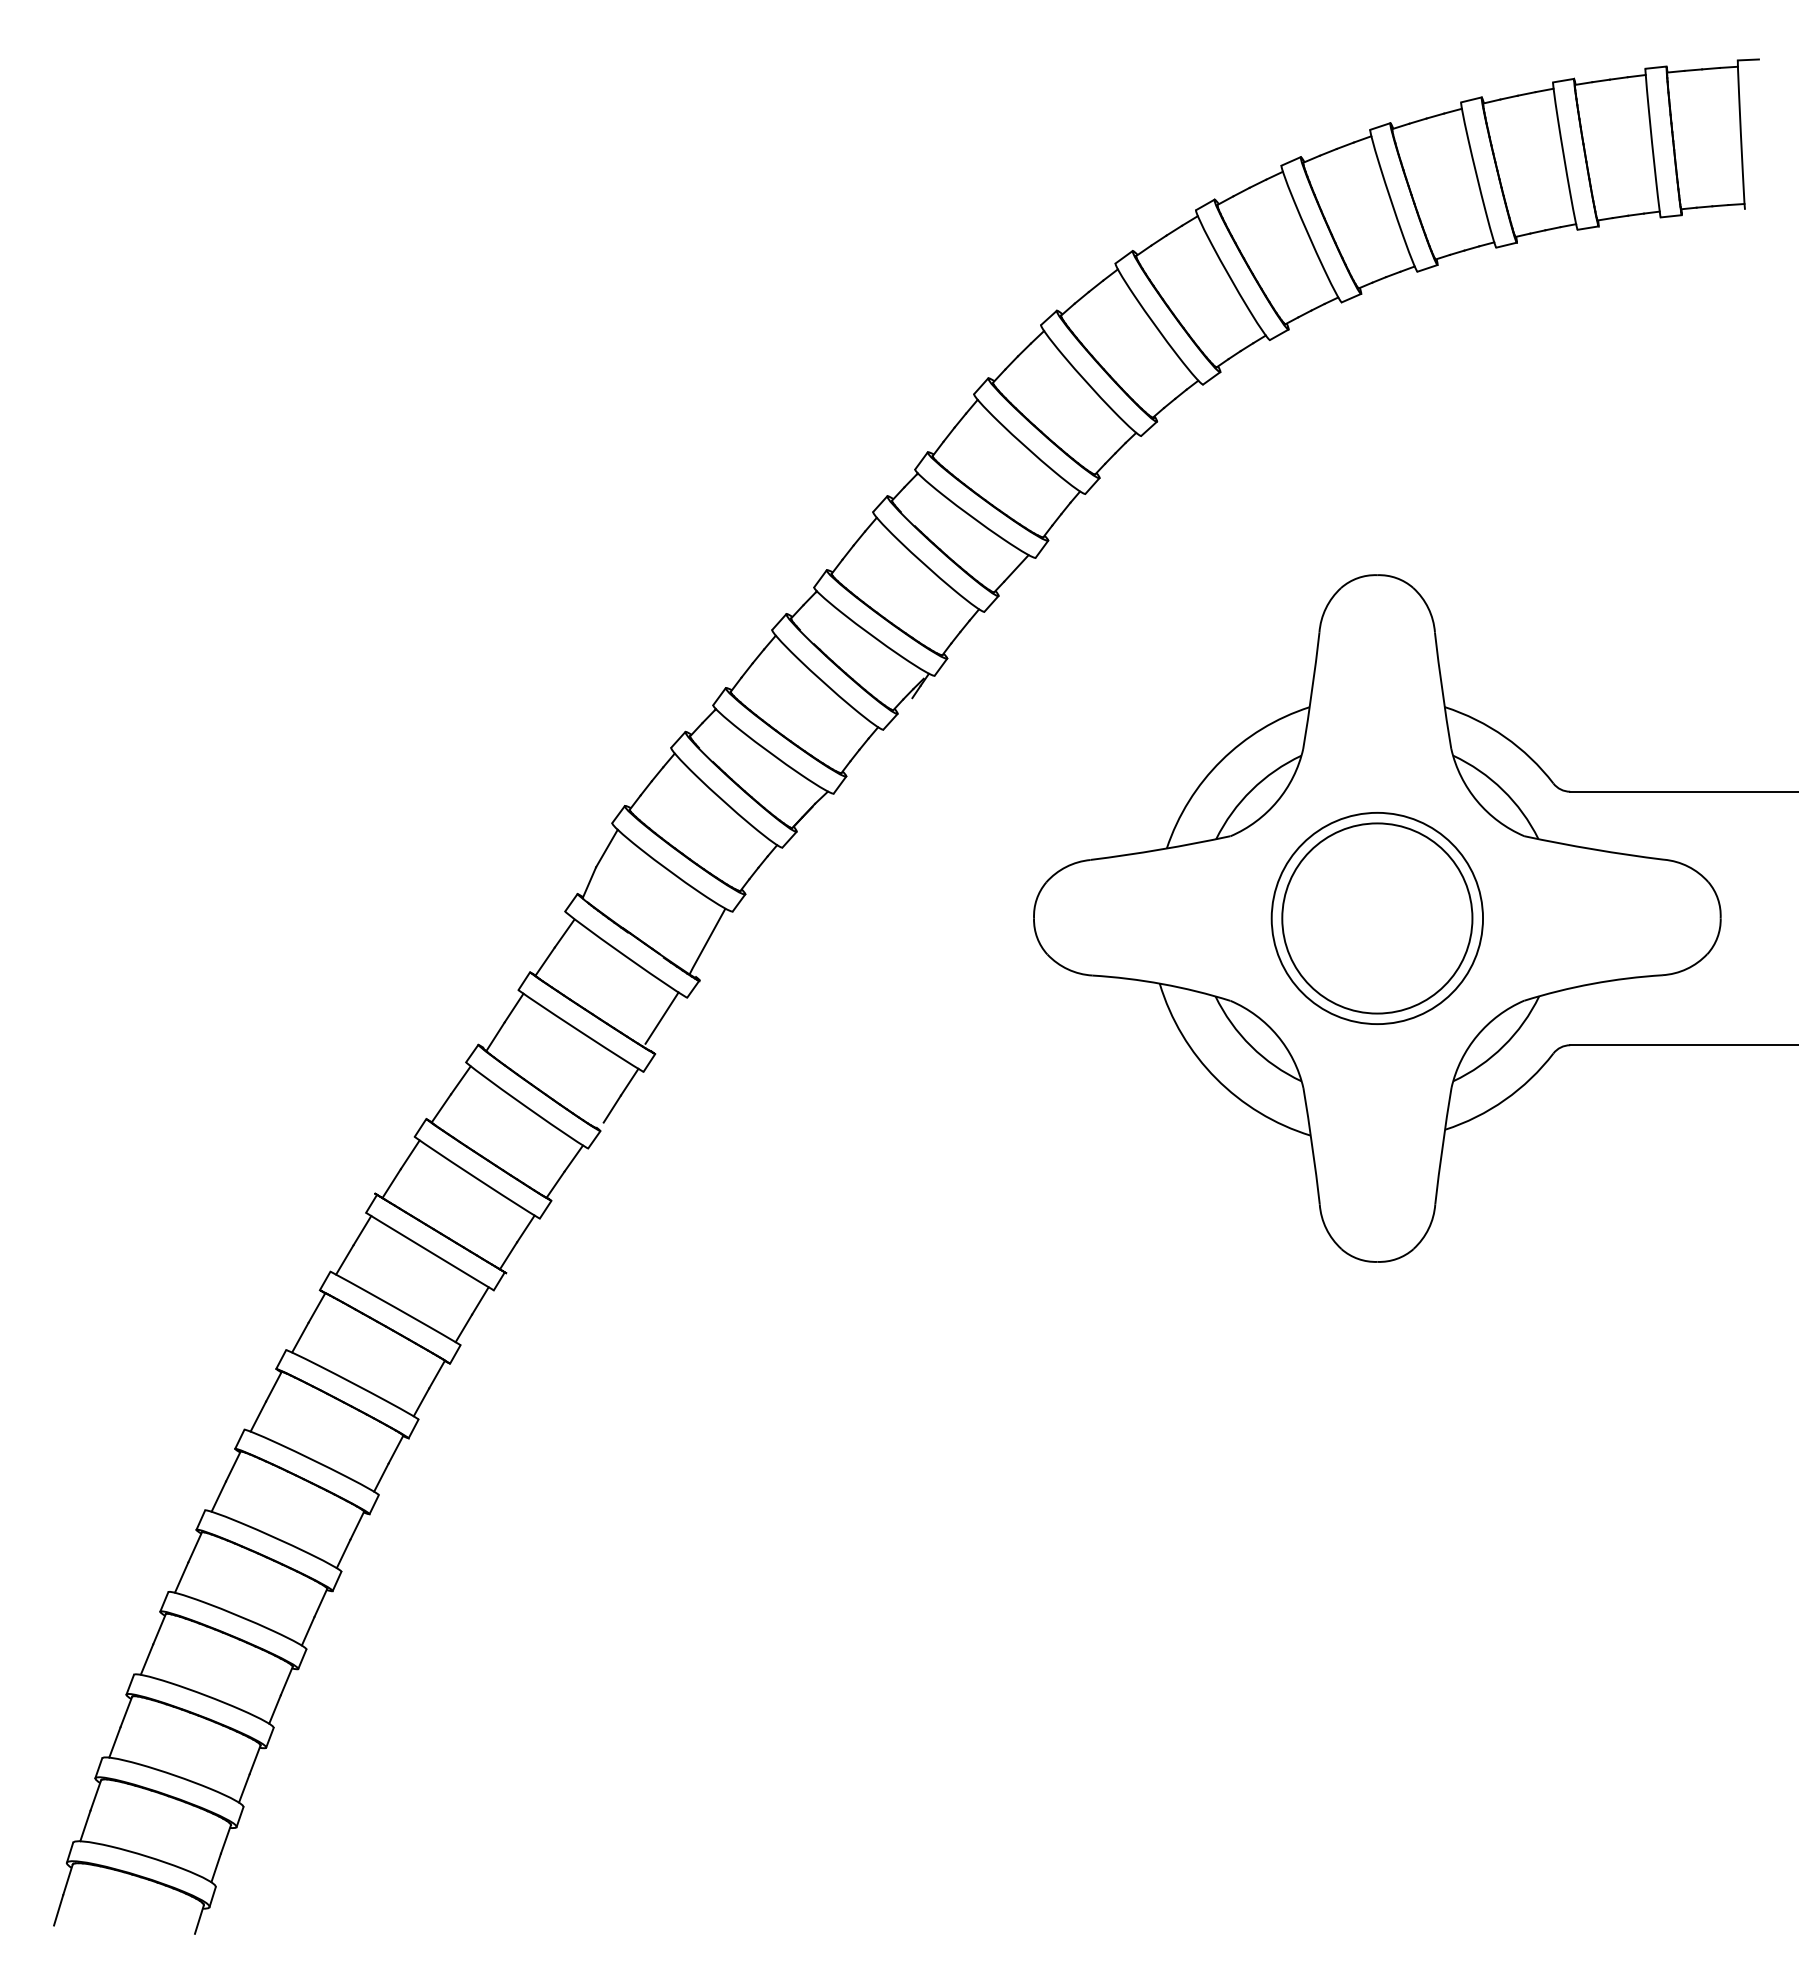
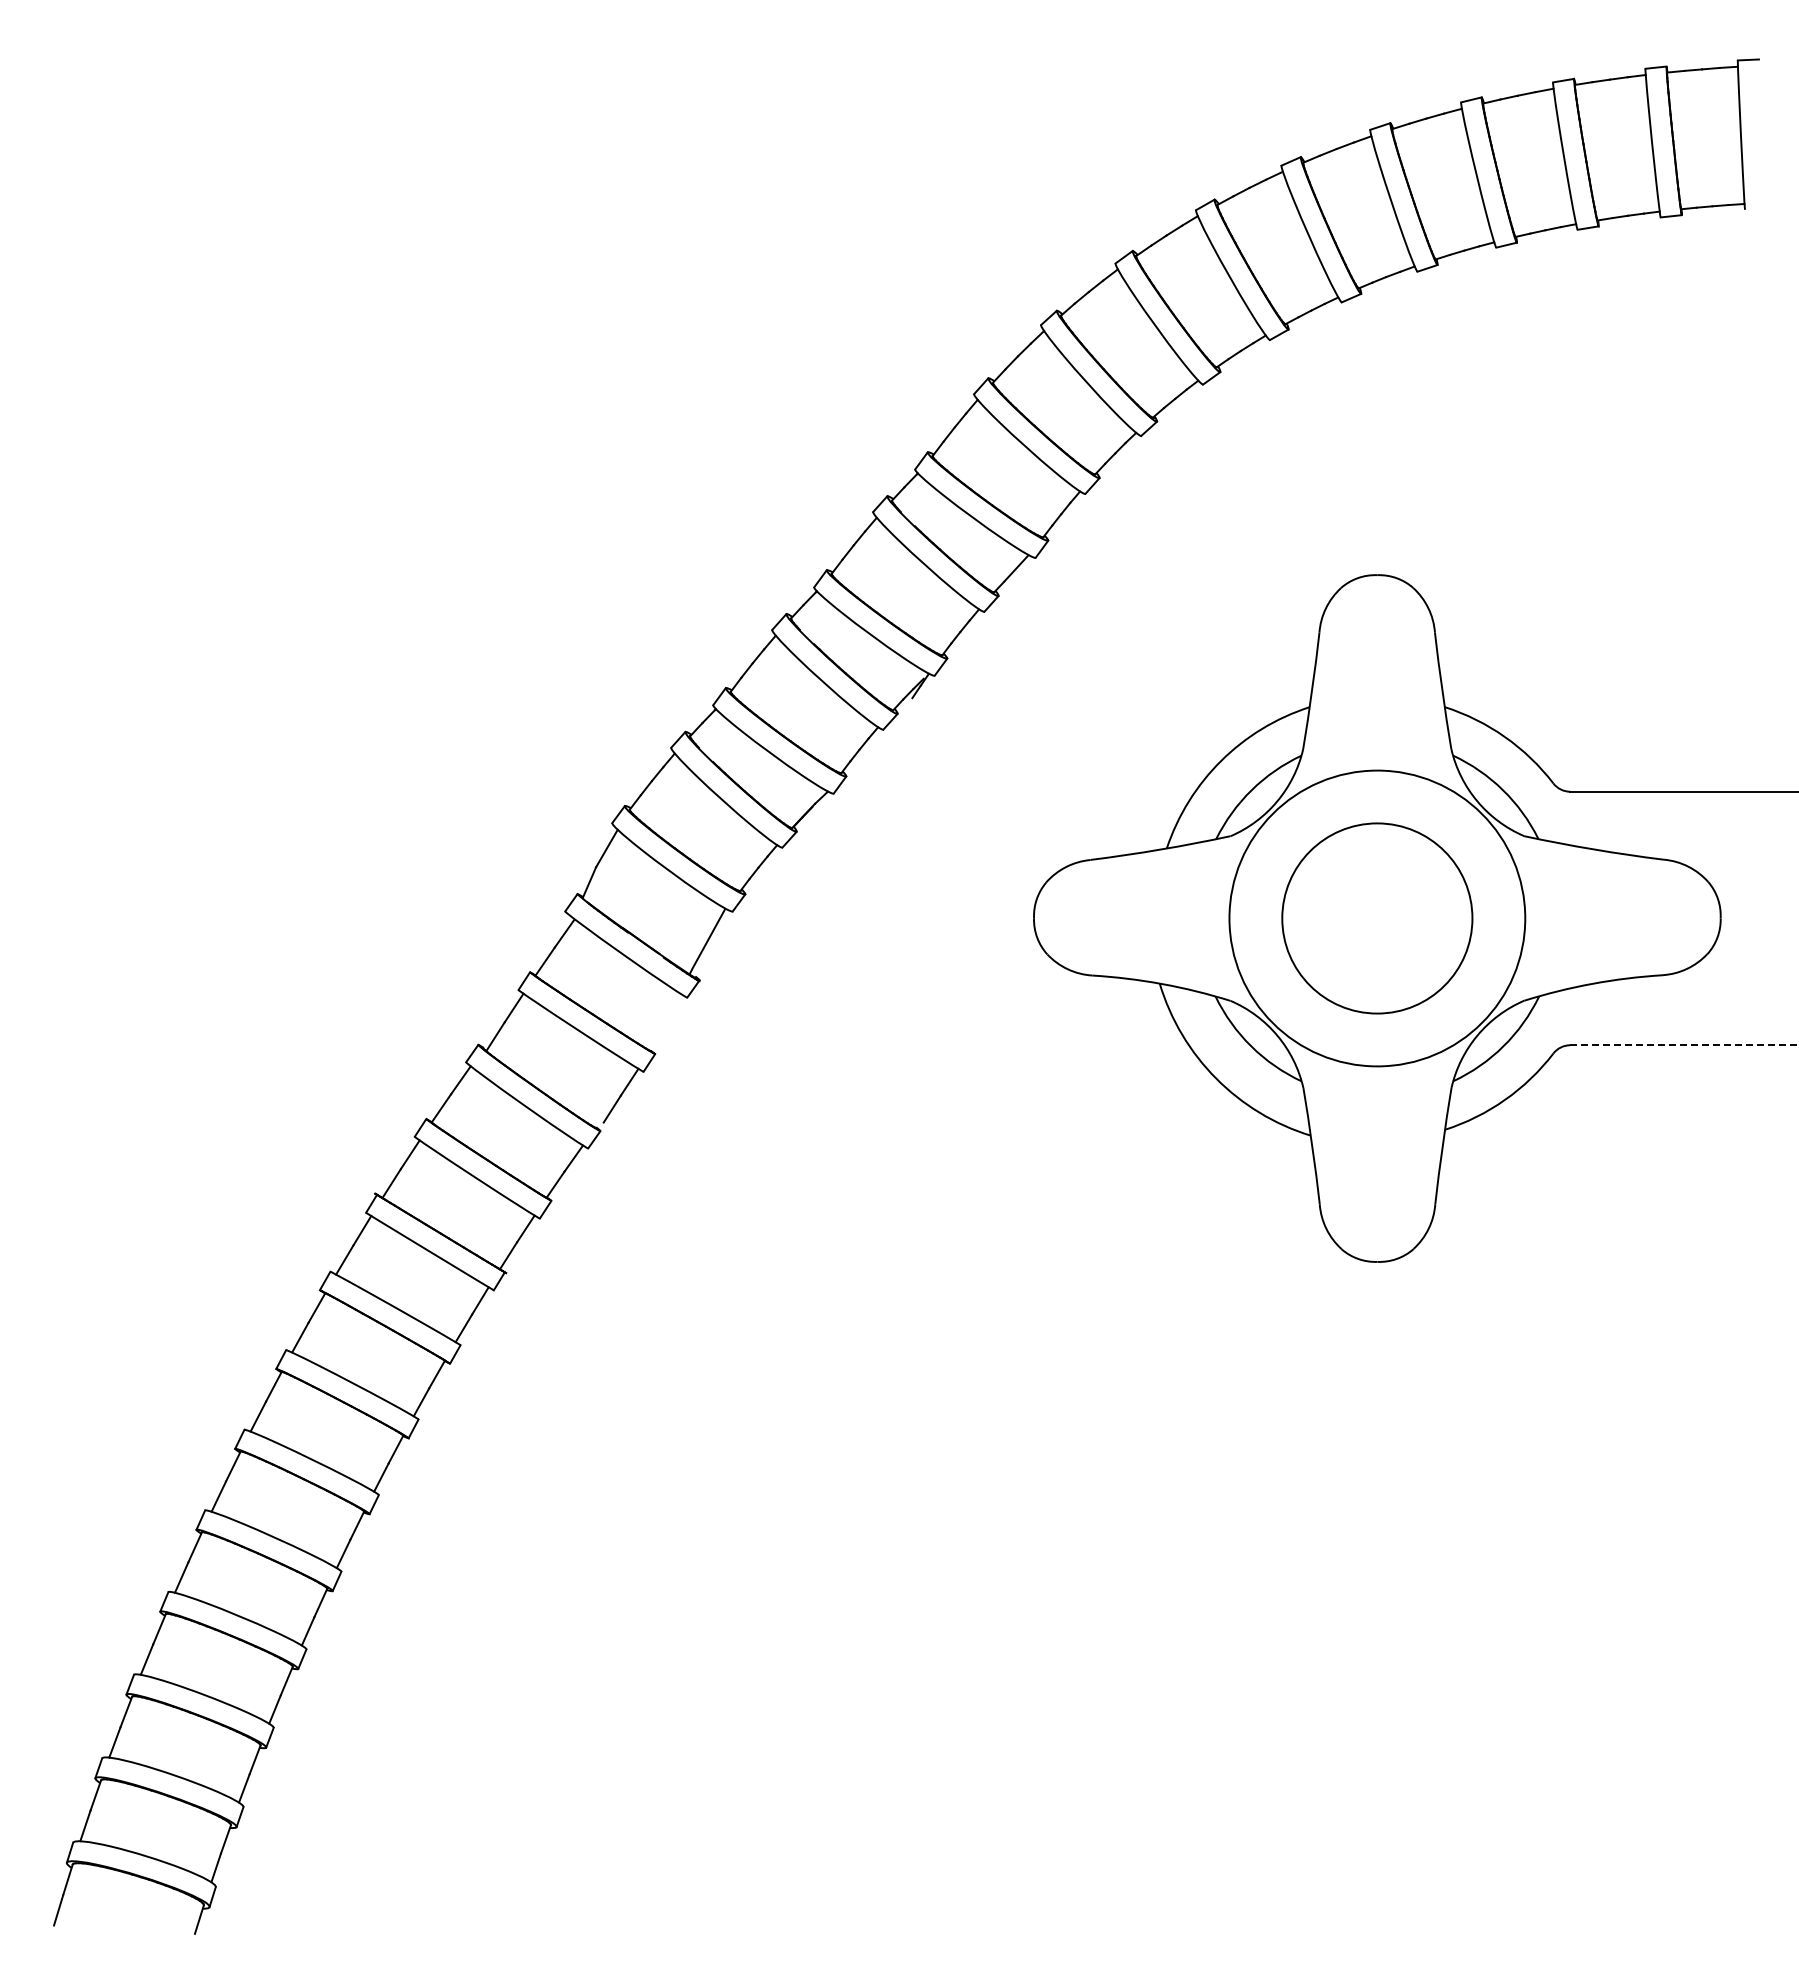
circle at (1377, 918) diameter: 211 px -> 296 px
line at (661, 1017): present -> none
line at (1685, 1045): solid -> dashed
